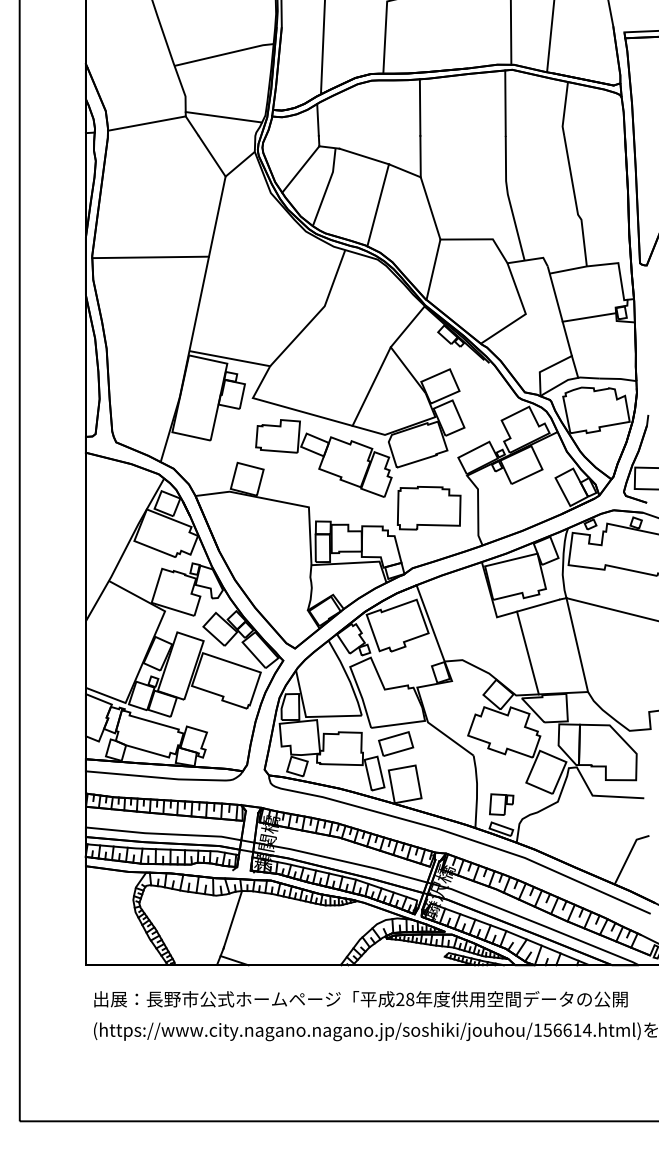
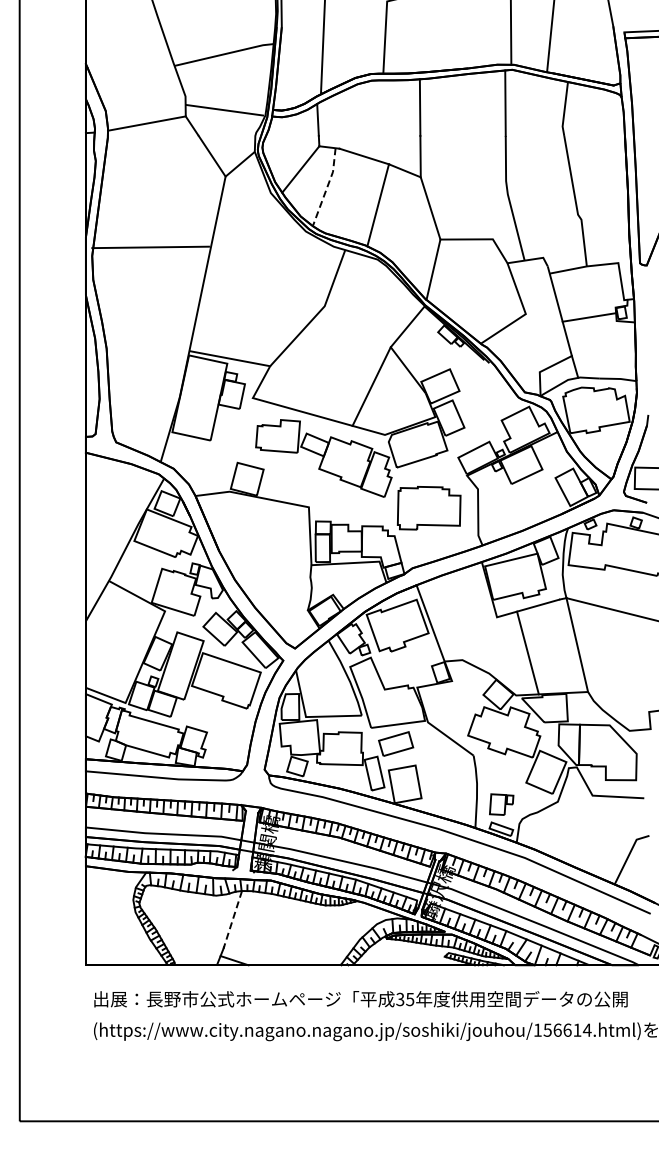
line at (223, 117) position: (223, 117) -> (224, 110)
line at (327, 187): solid -> dashed
line at (150, 257) position: (150, 257) -> (150, 247)
line at (232, 920): solid -> dashed
text at (405, 999): 28 -> 35
